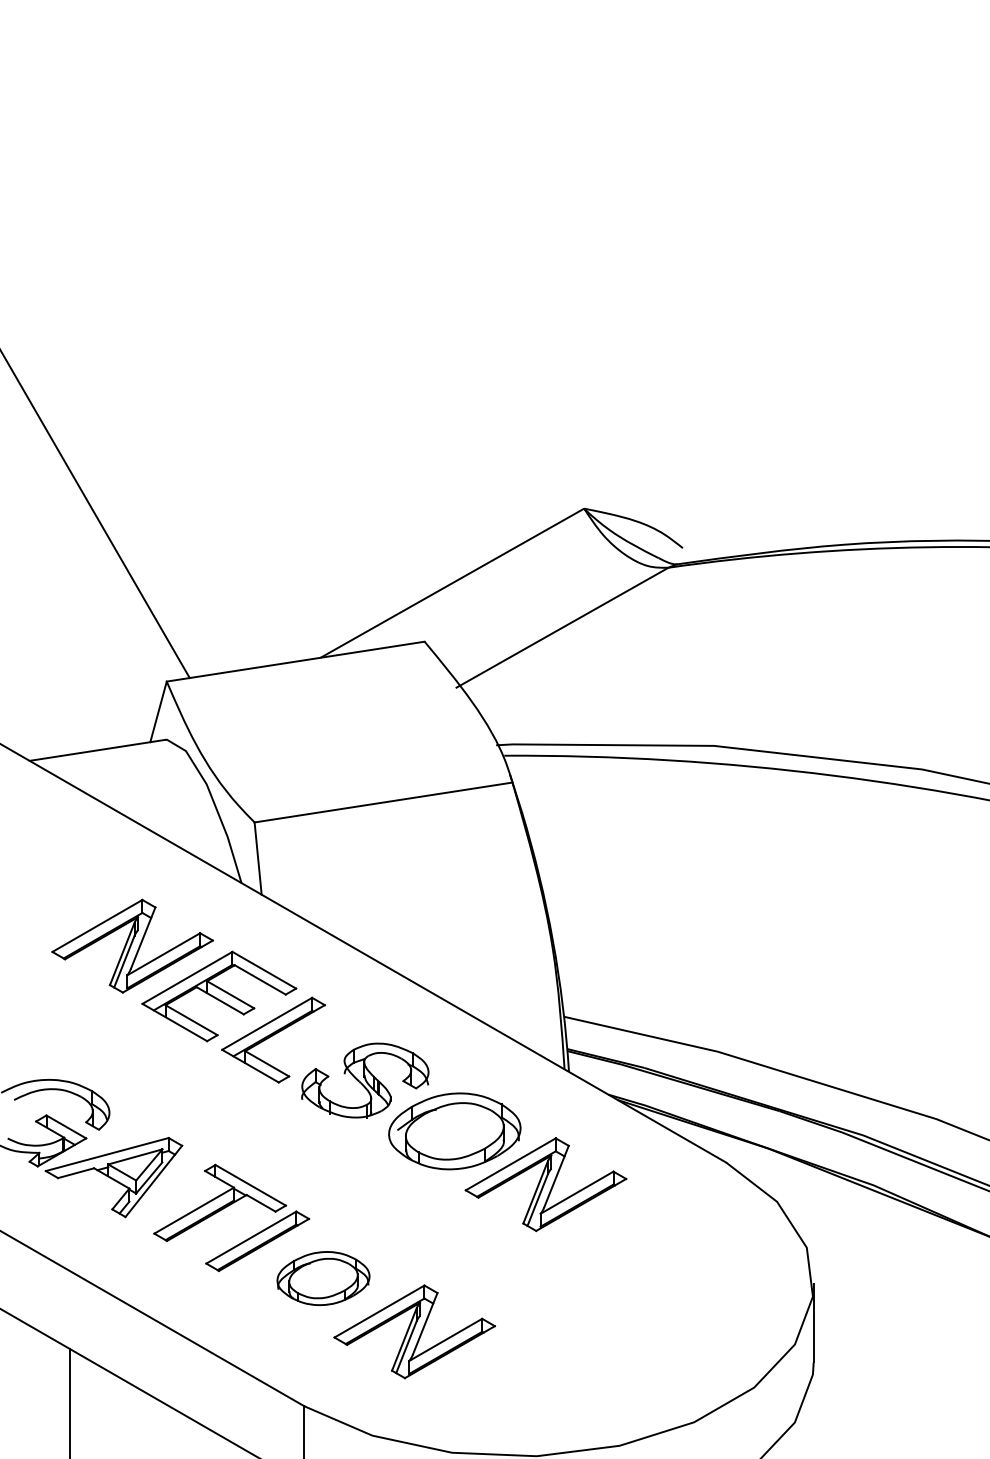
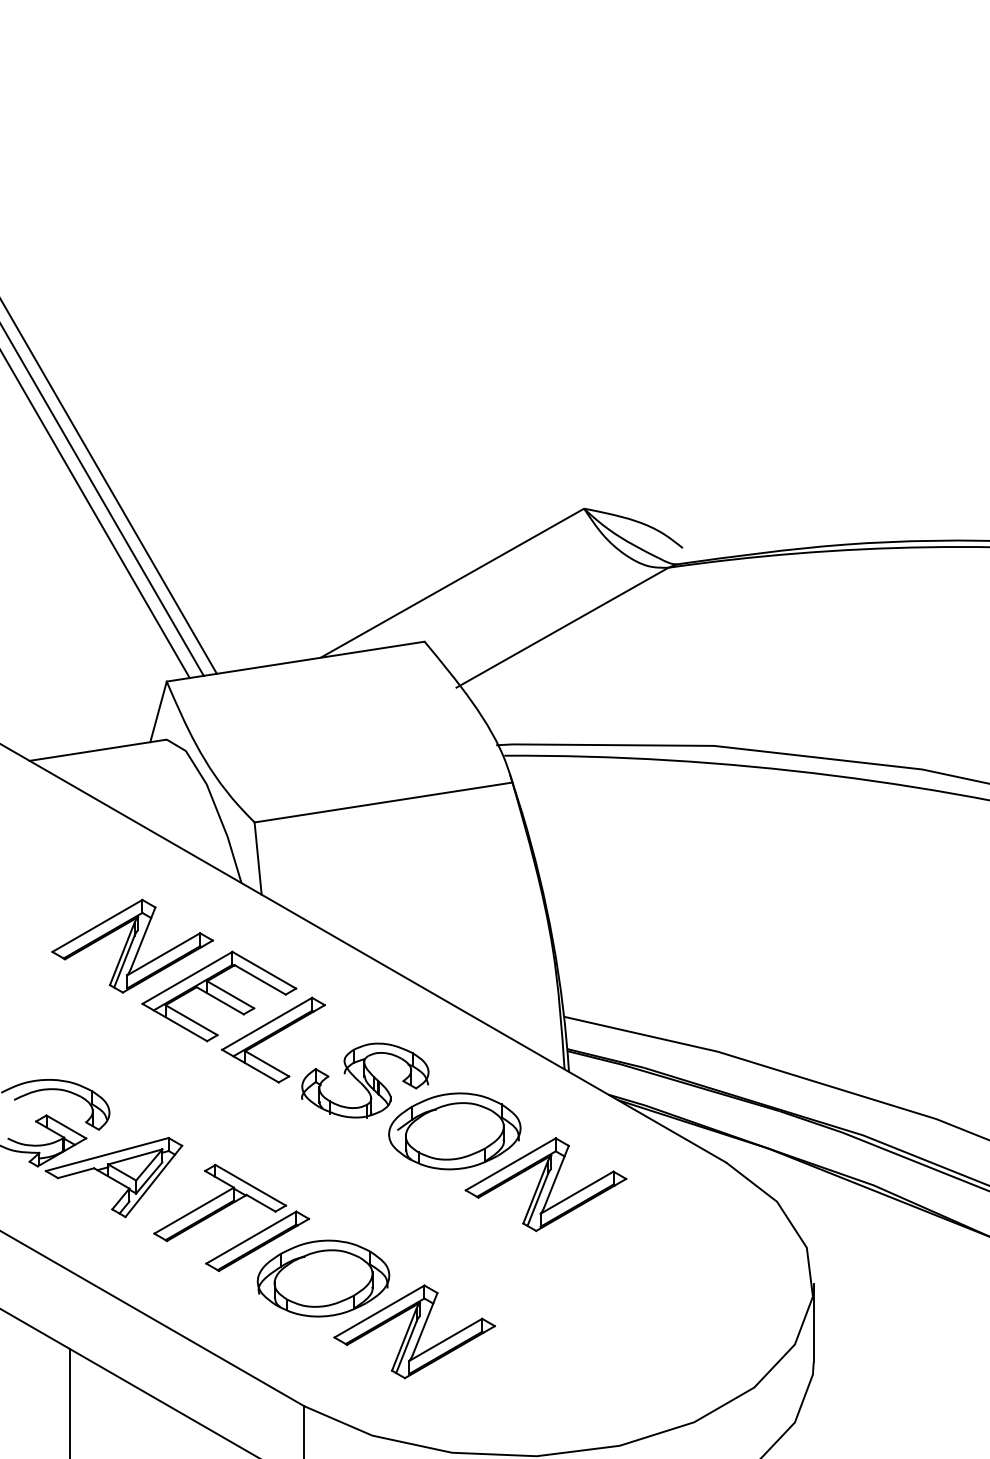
line at (109, 487): none -> present
line at (102, 500): none -> present
part at (323, 1278) size: 95x55 px -> 135x79 px
